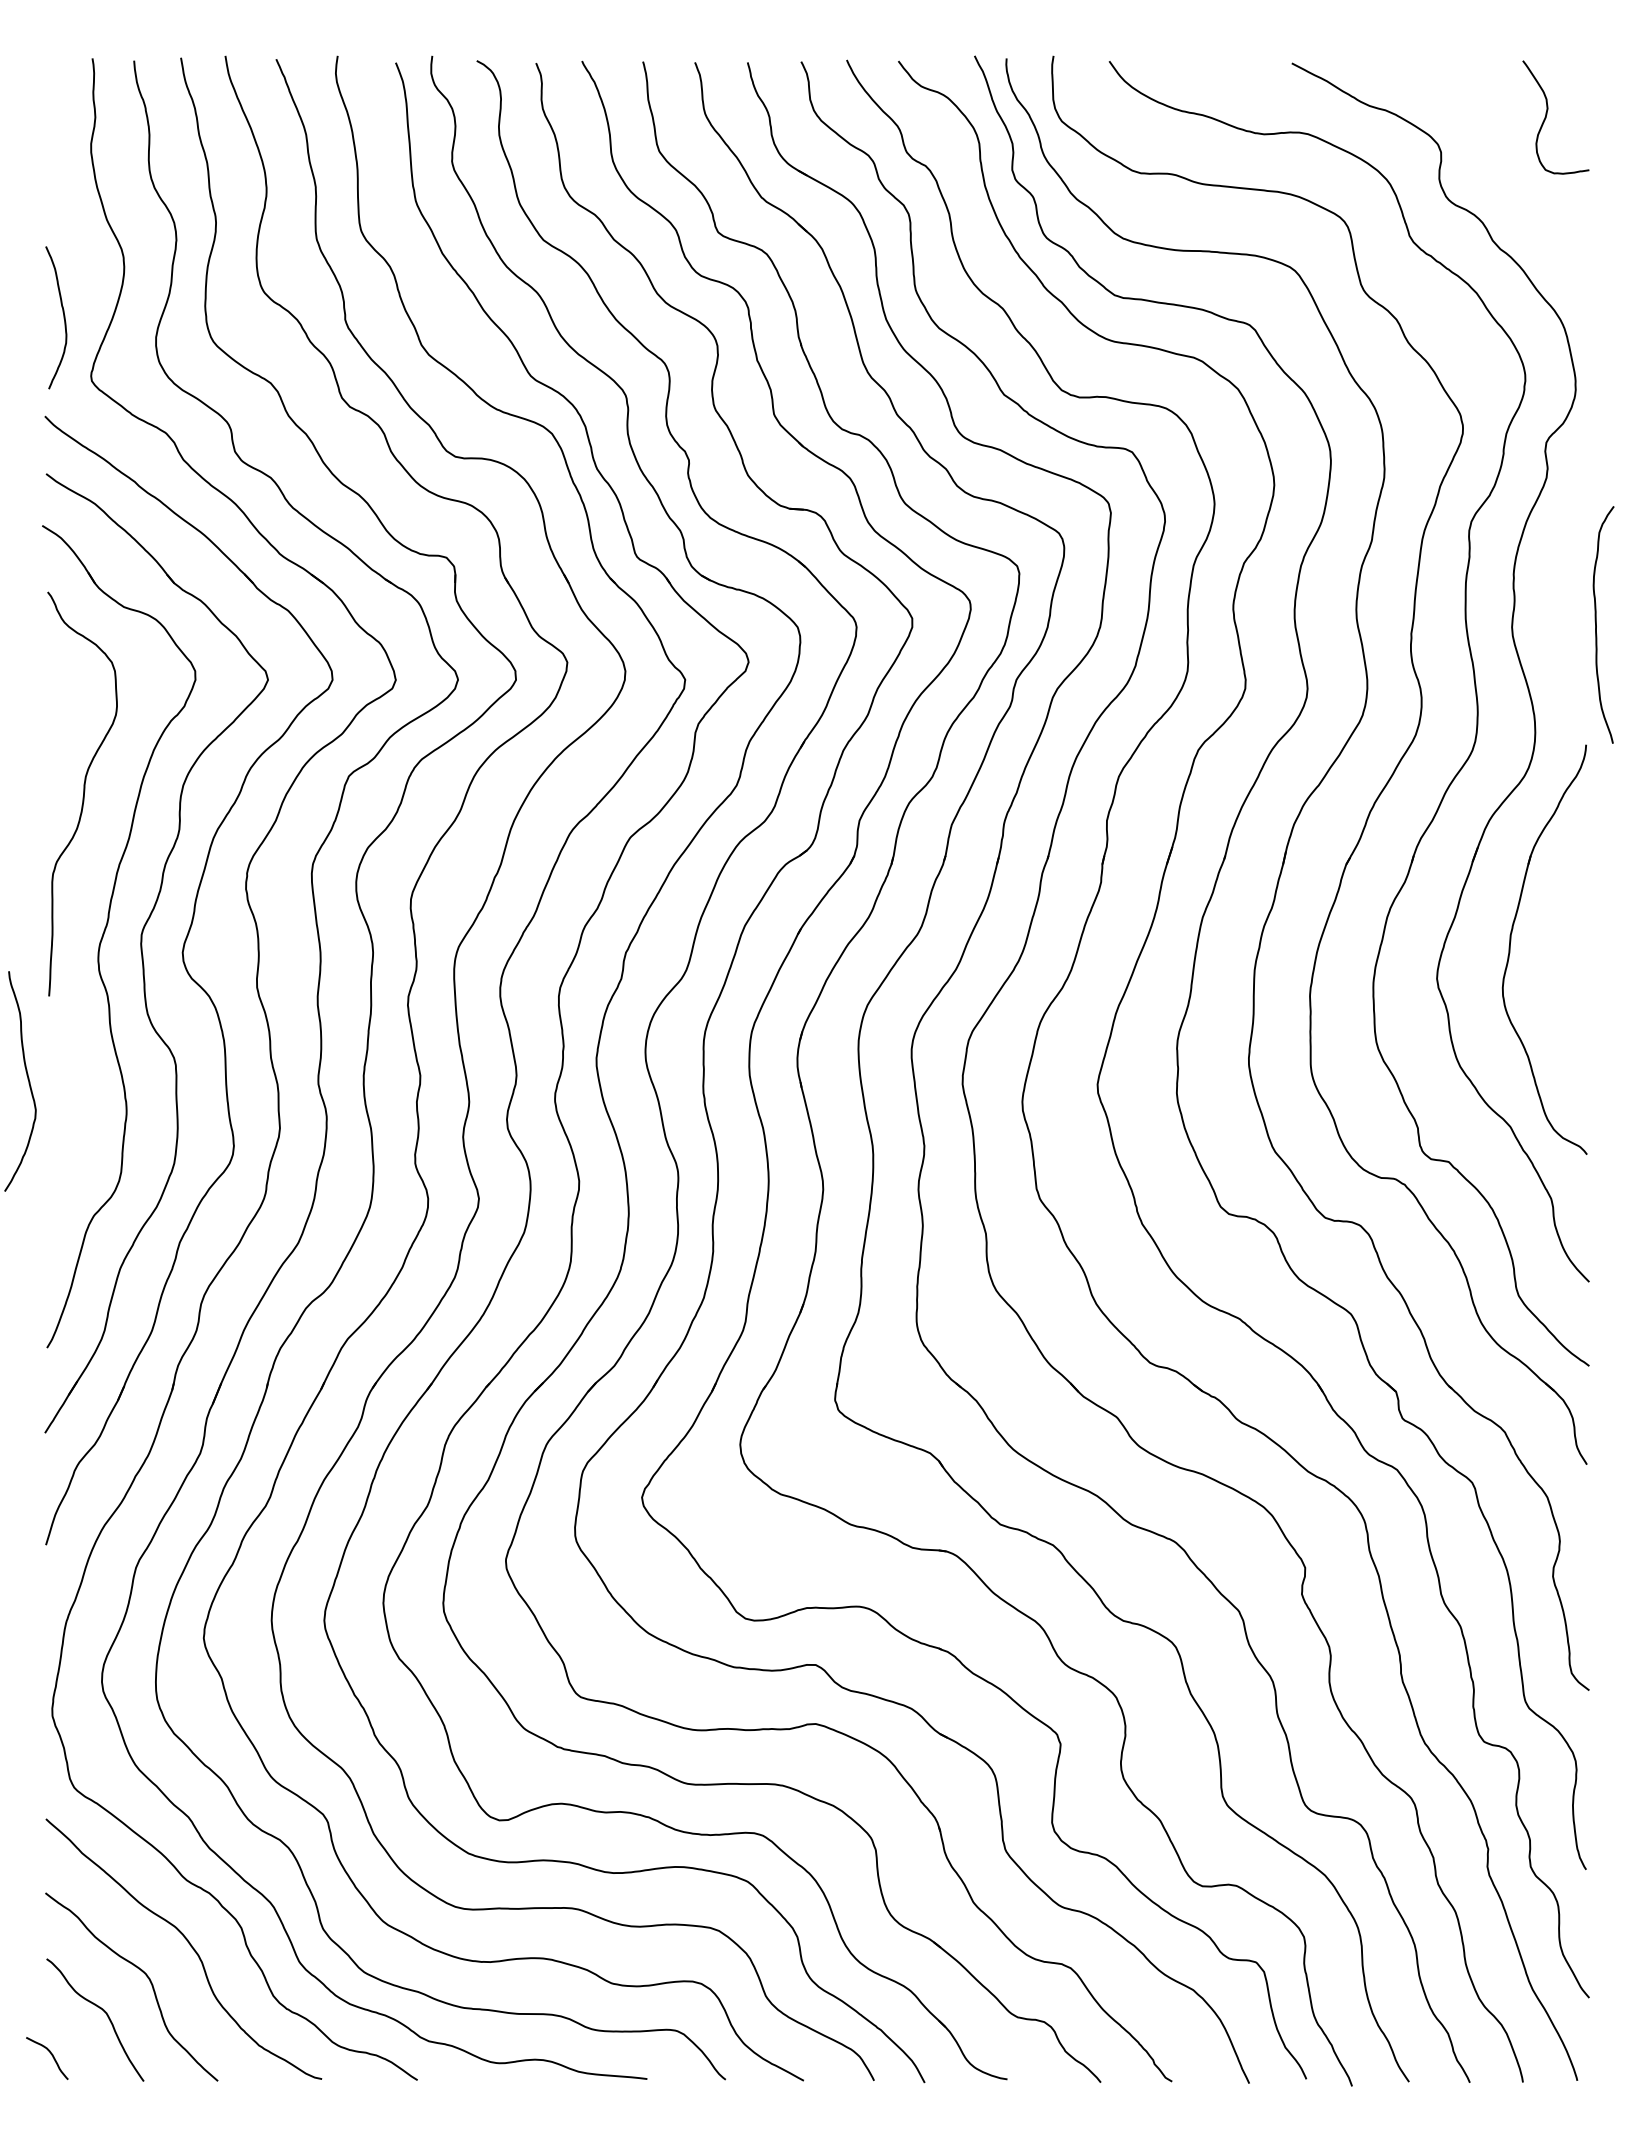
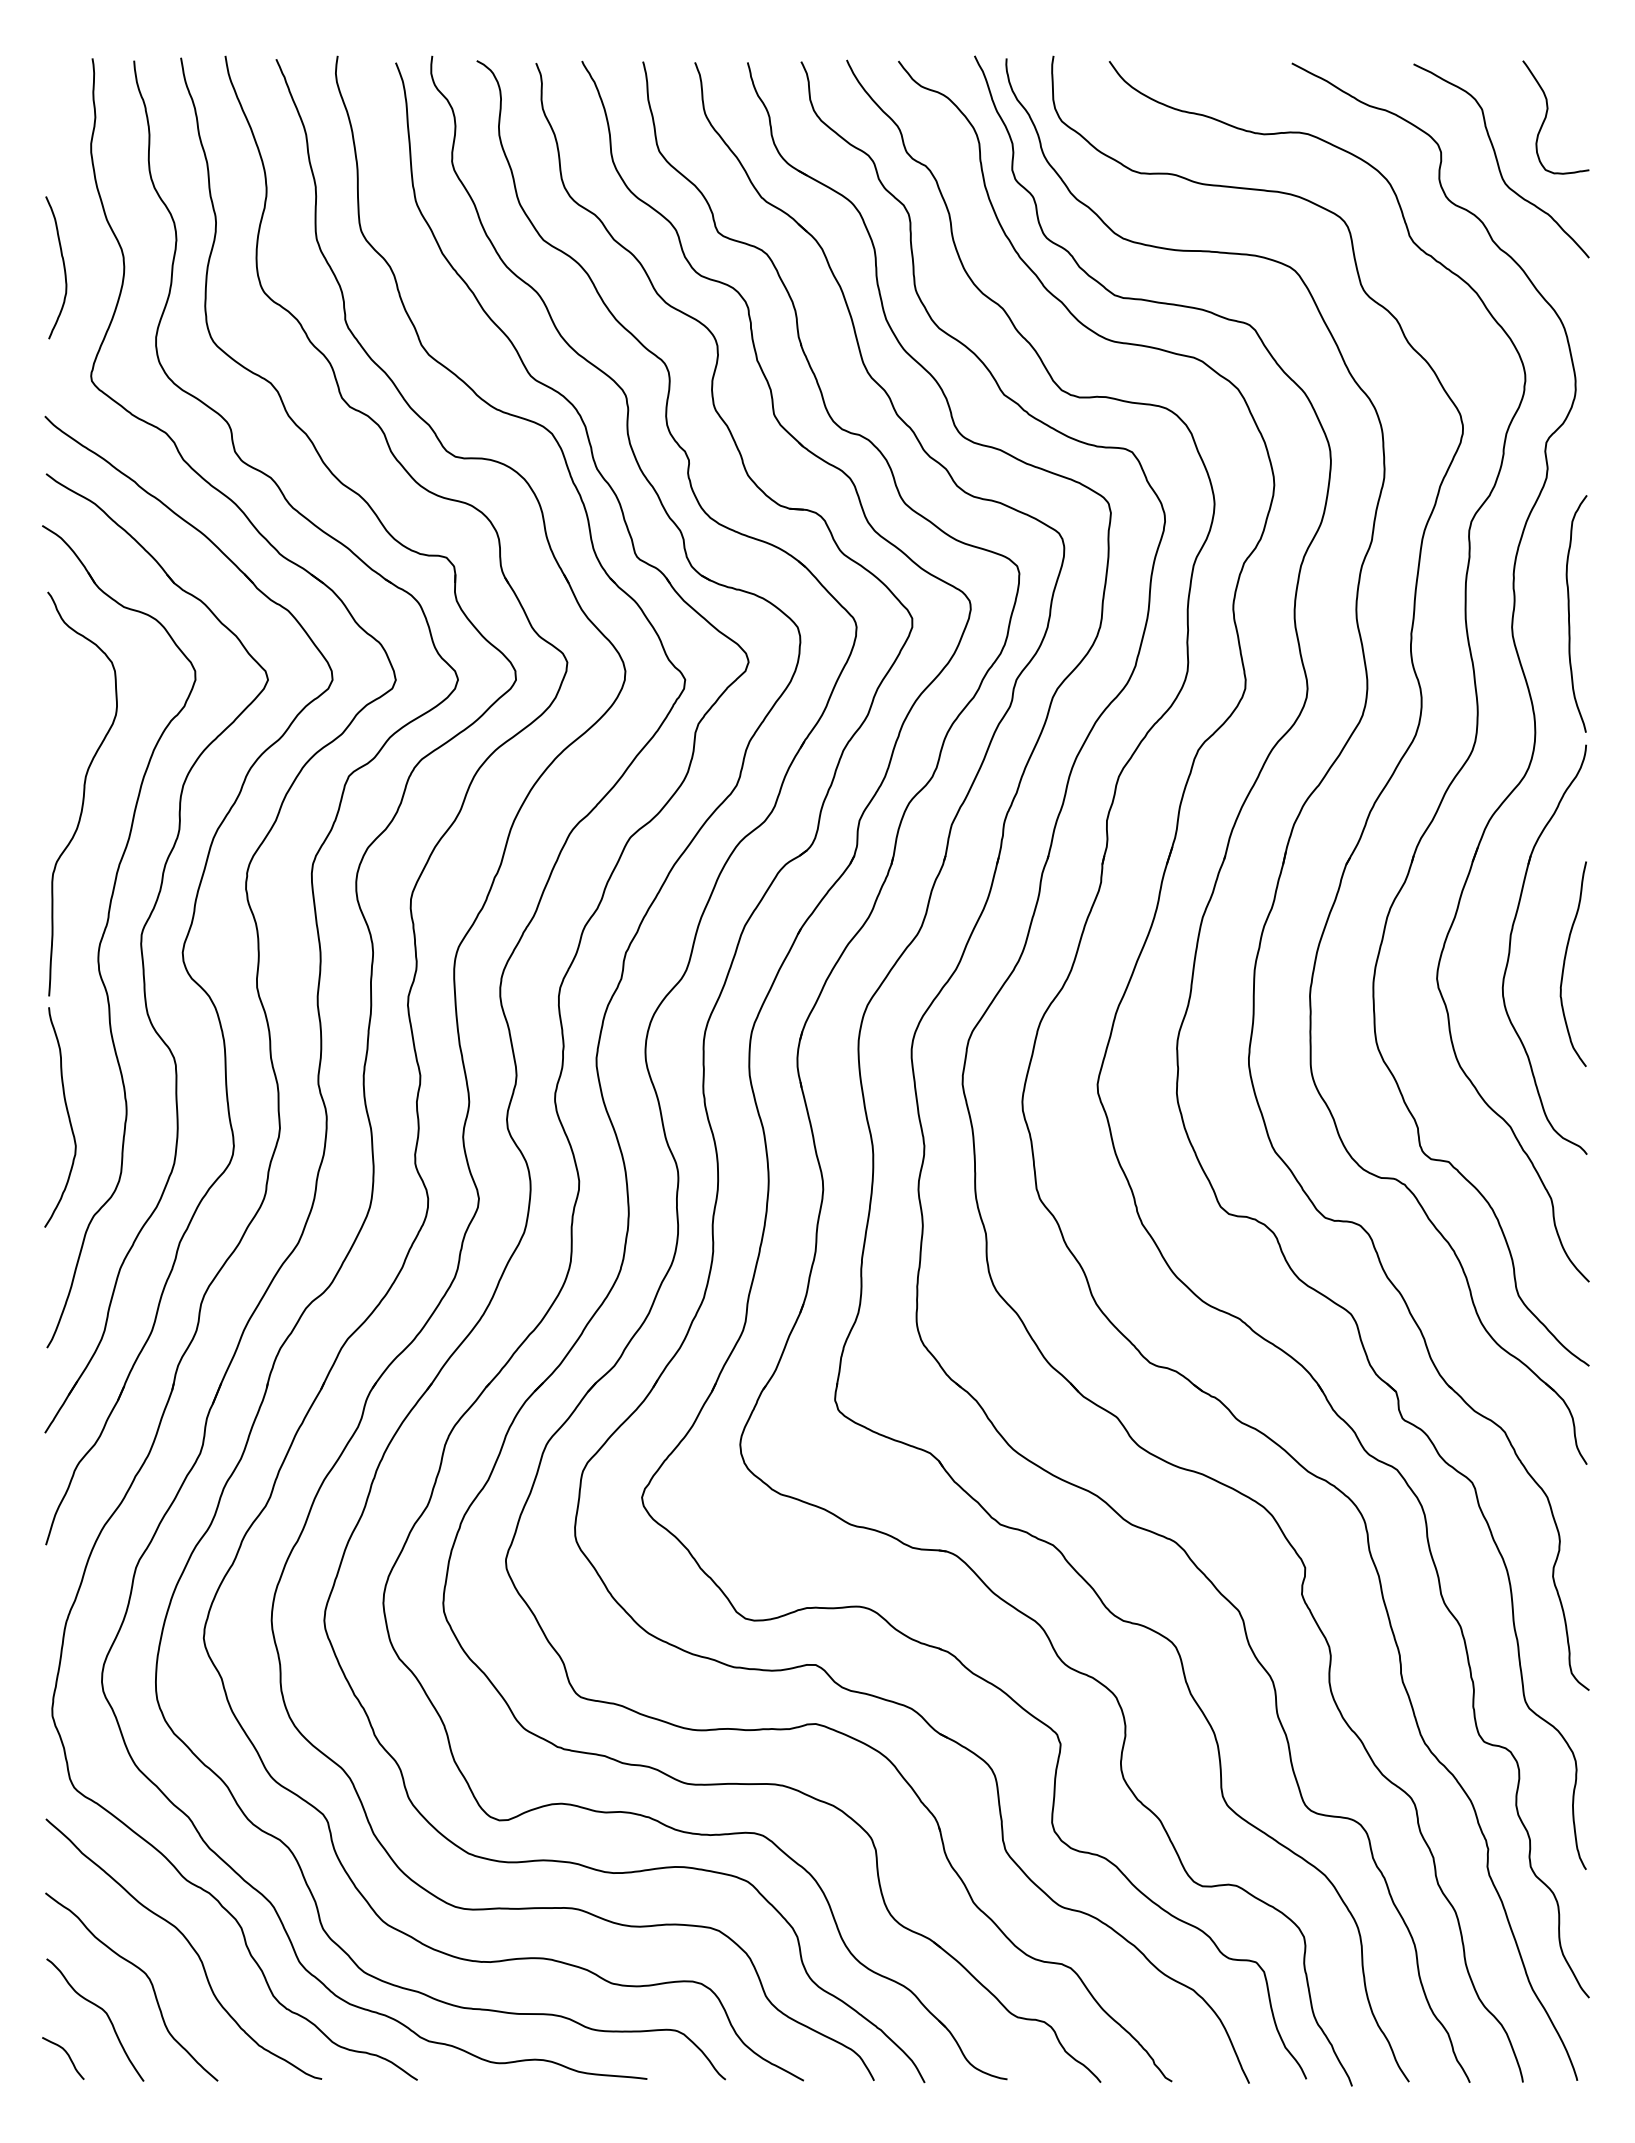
curve at (1498, 161): none -> present
curve at (63, 317) position: (63, 317) -> (63, 267)
curve at (1596, 624) position: (1596, 624) -> (1569, 613)
curve at (1565, 962): none -> present
curve at (27, 1079) position: (27, 1079) -> (67, 1115)
curve at (50, 2054) position: (50, 2054) -> (66, 2054)
